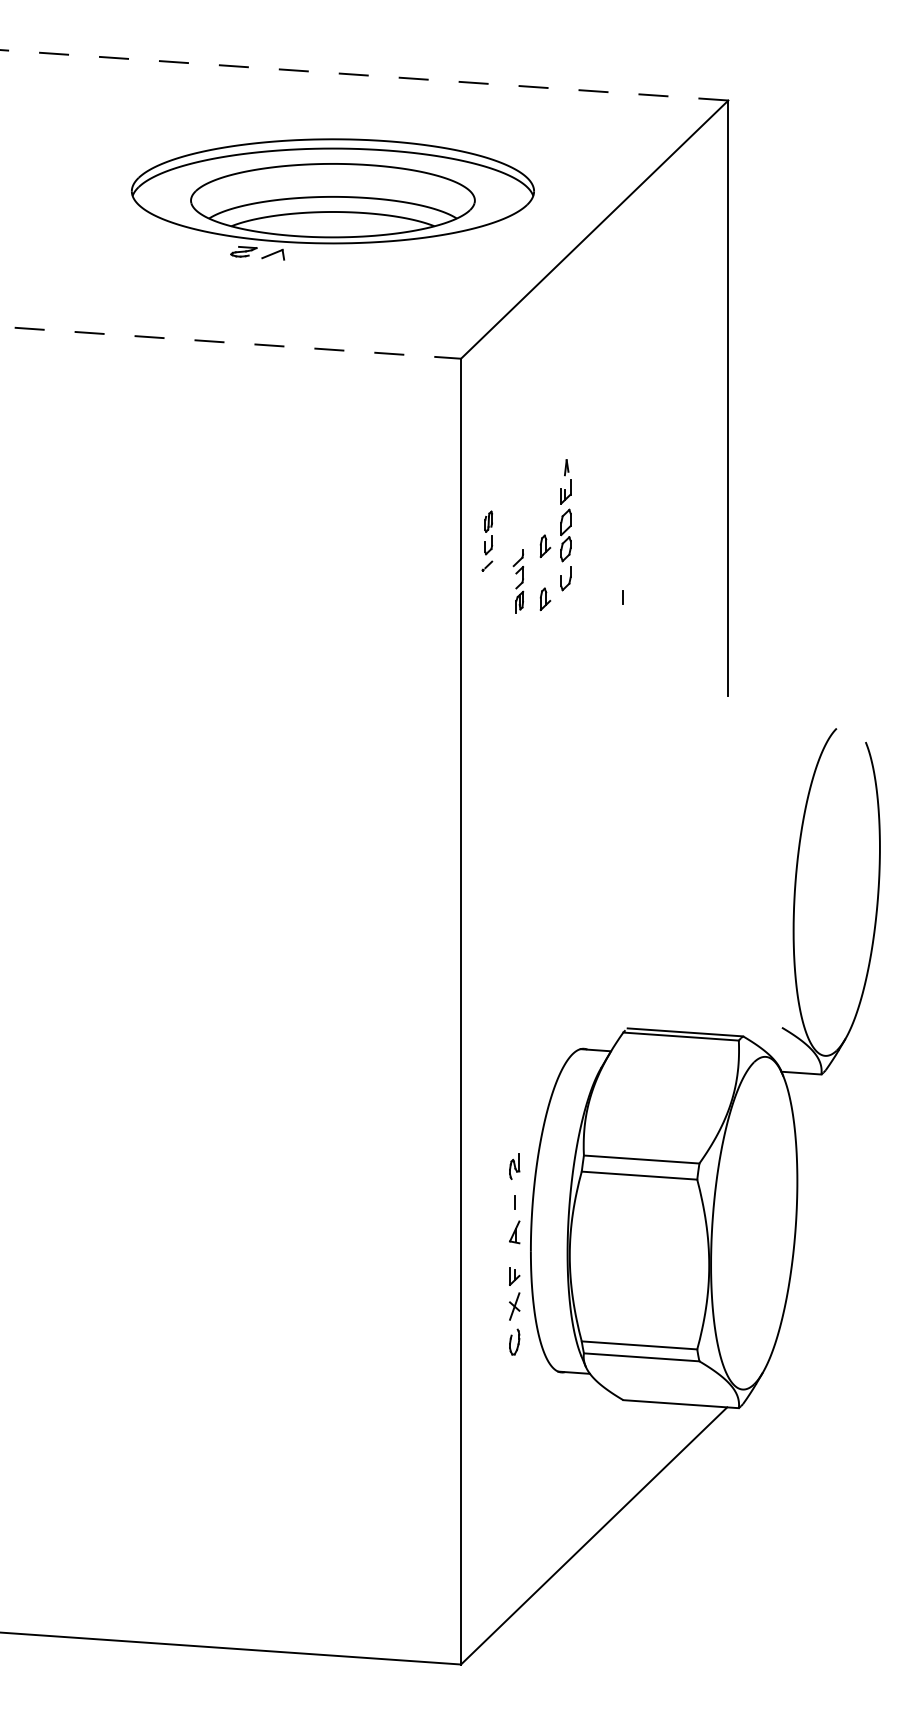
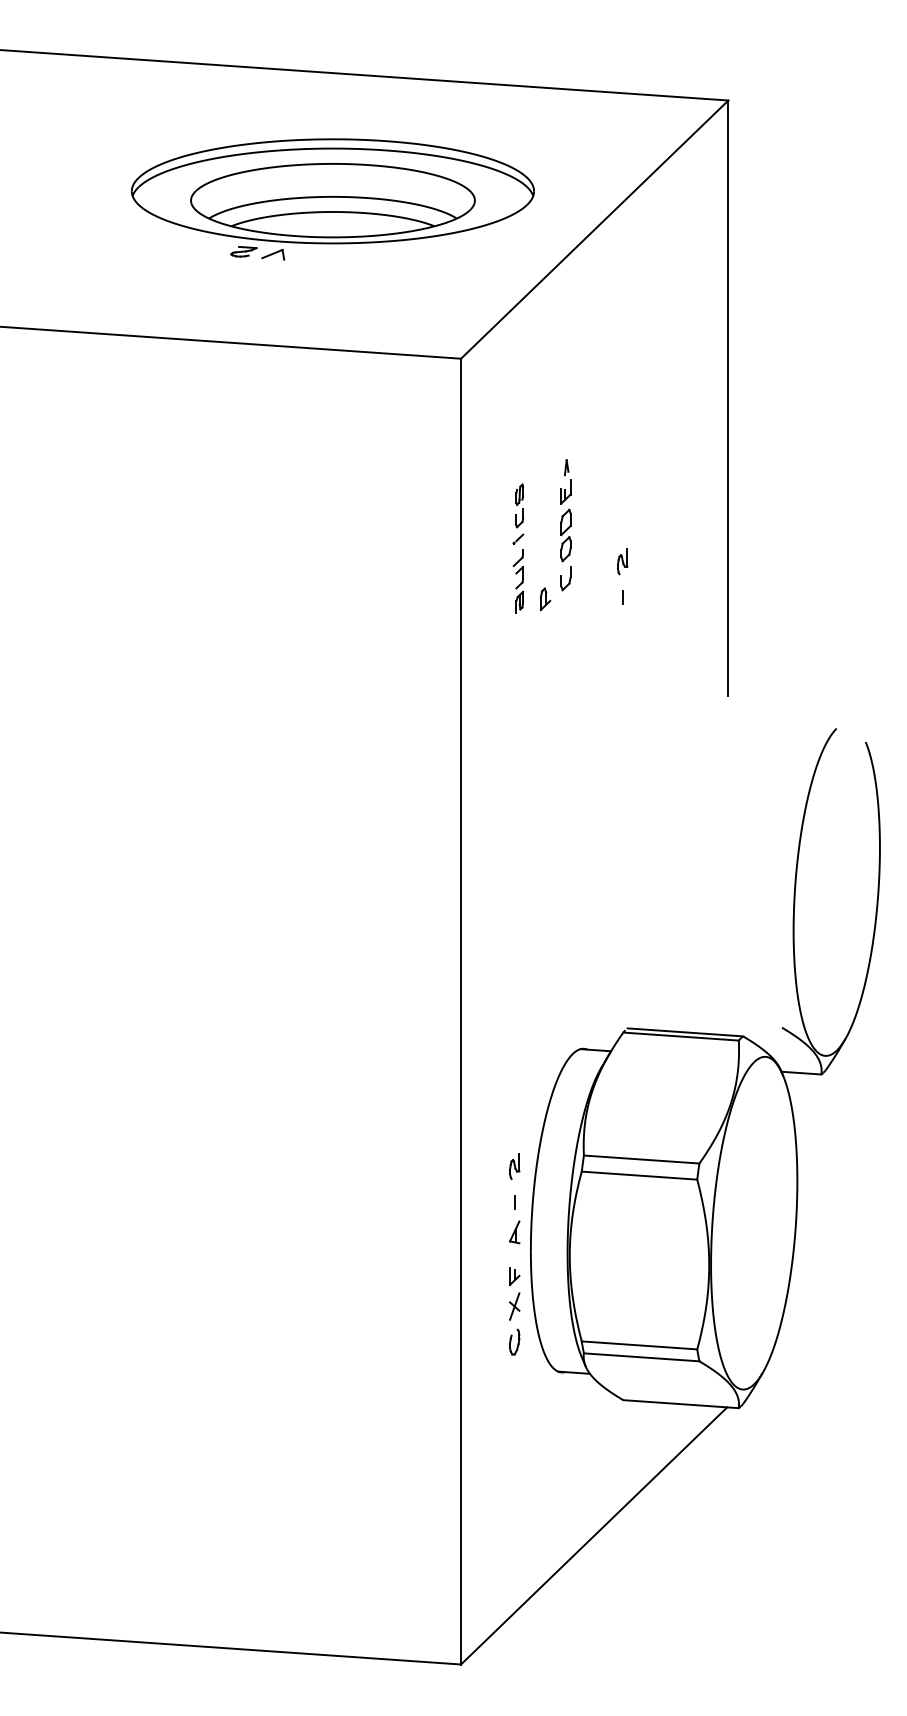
line at (364, 75): dashed -> solid
line at (230, 342): dashed -> solid
part at (487, 540) position: (487, 540) -> (518, 513)
part at (545, 545): present -> none
part at (622, 561): none -> present
